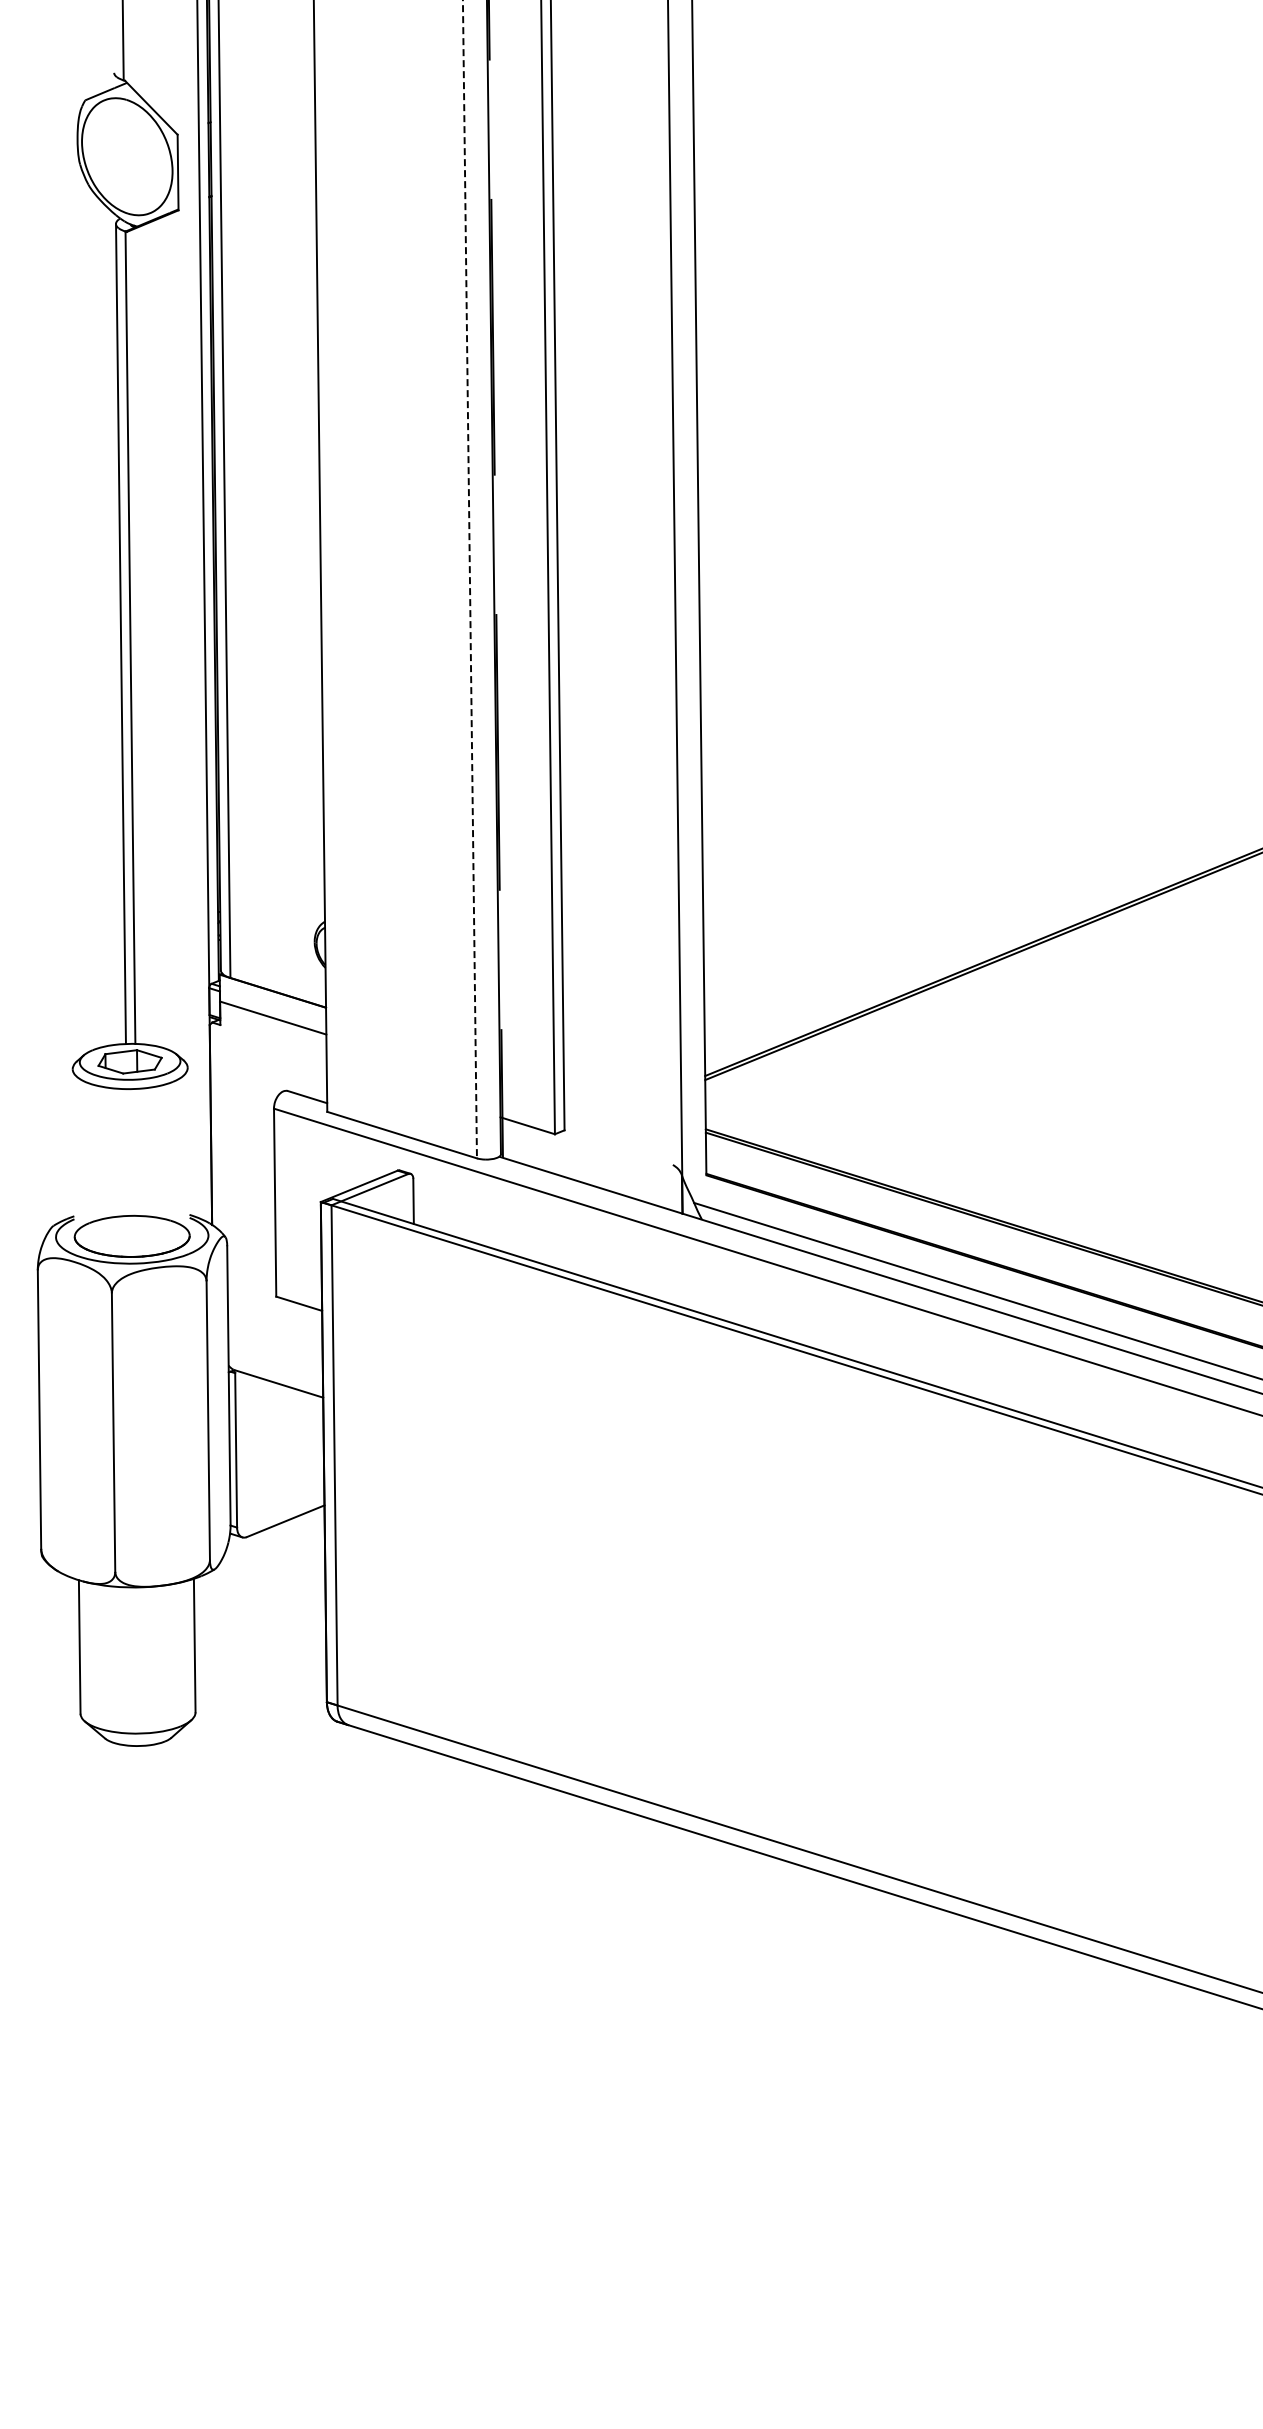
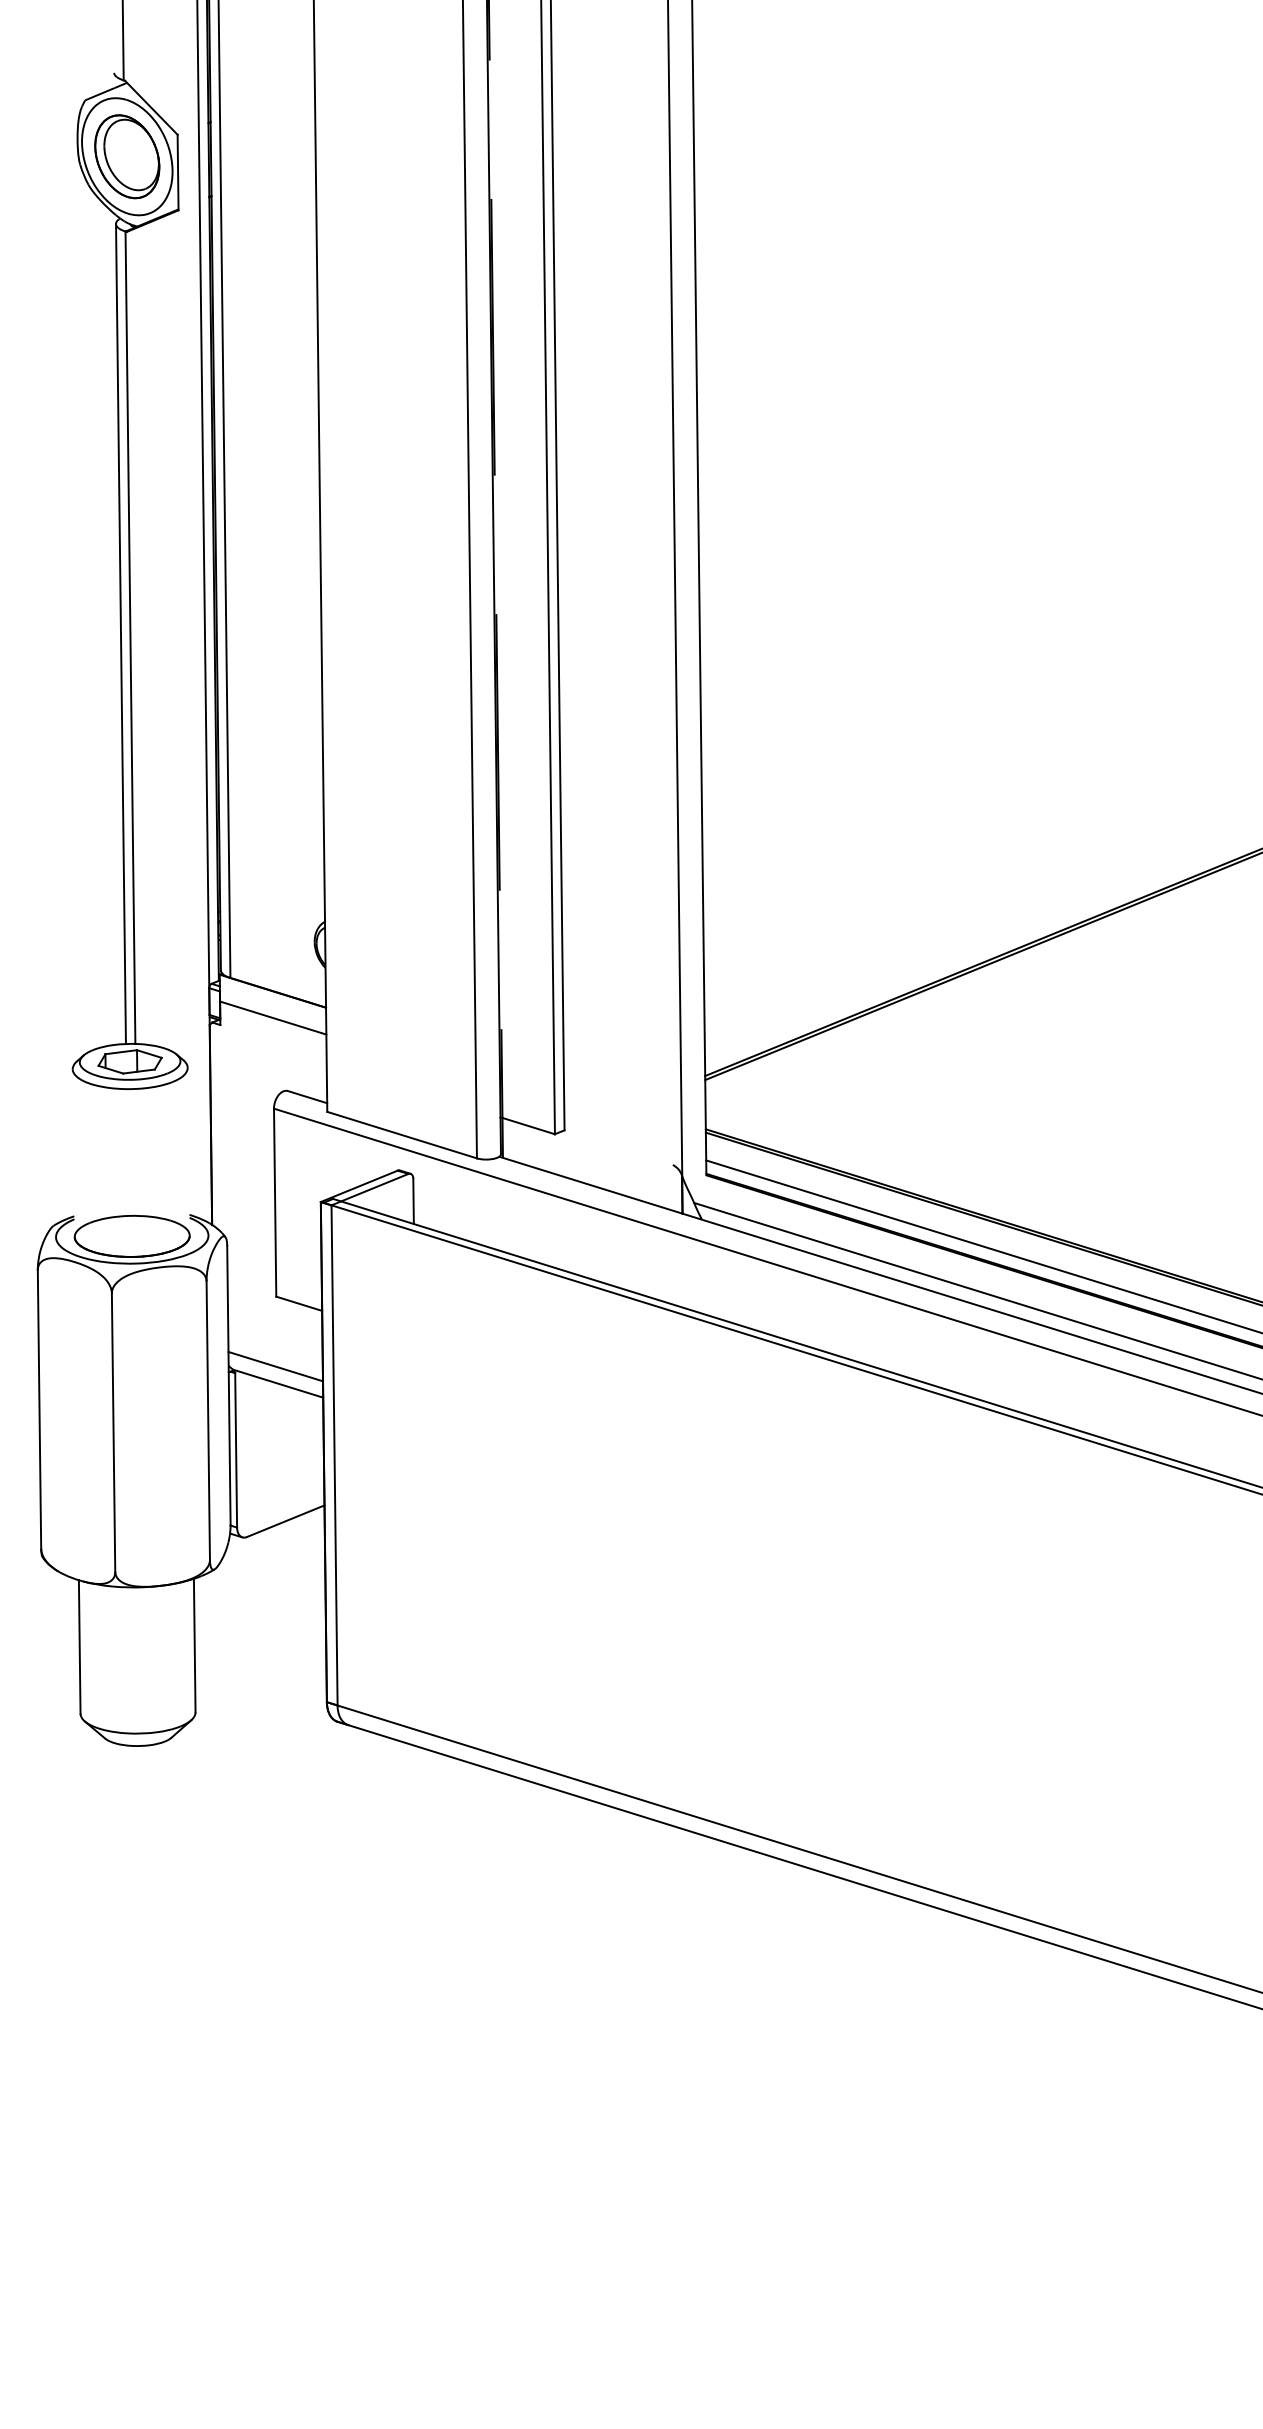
part at (127, 156): none -> present
line at (469, 580): dashed -> solid
line at (982, 1246): none -> present
line at (275, 1366): none -> present
